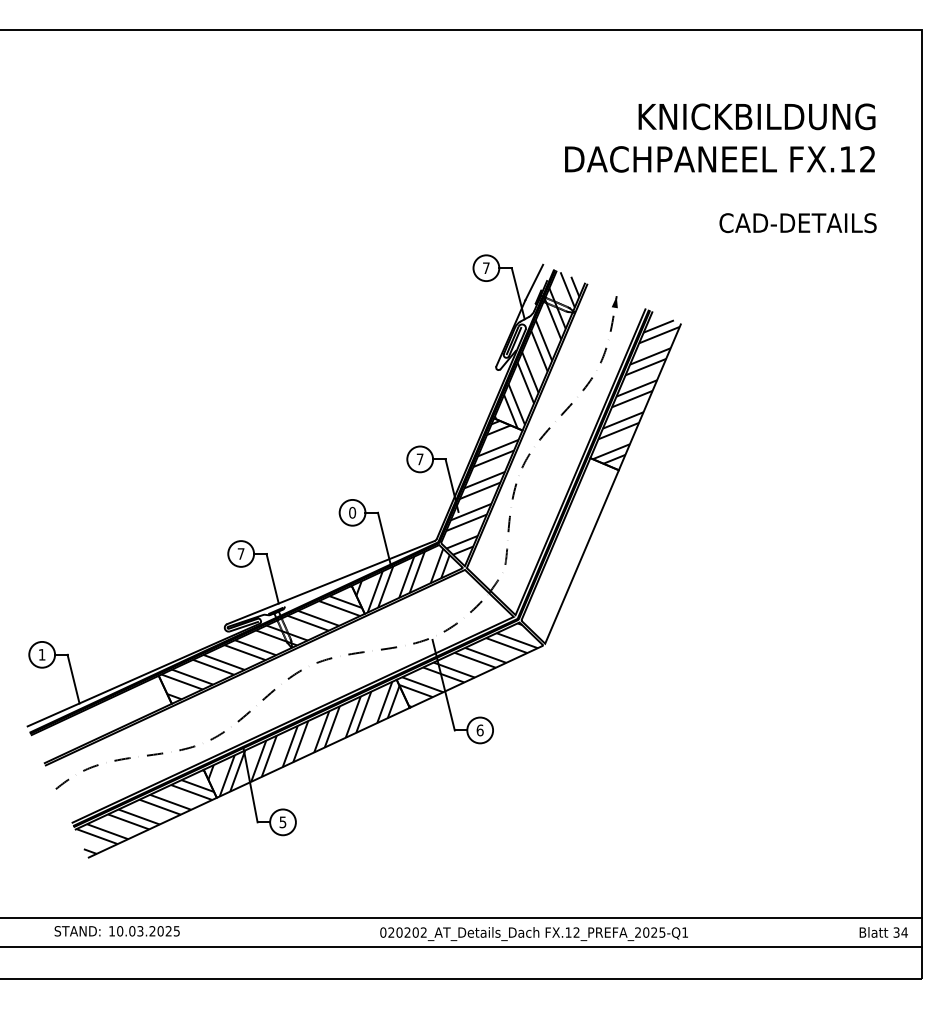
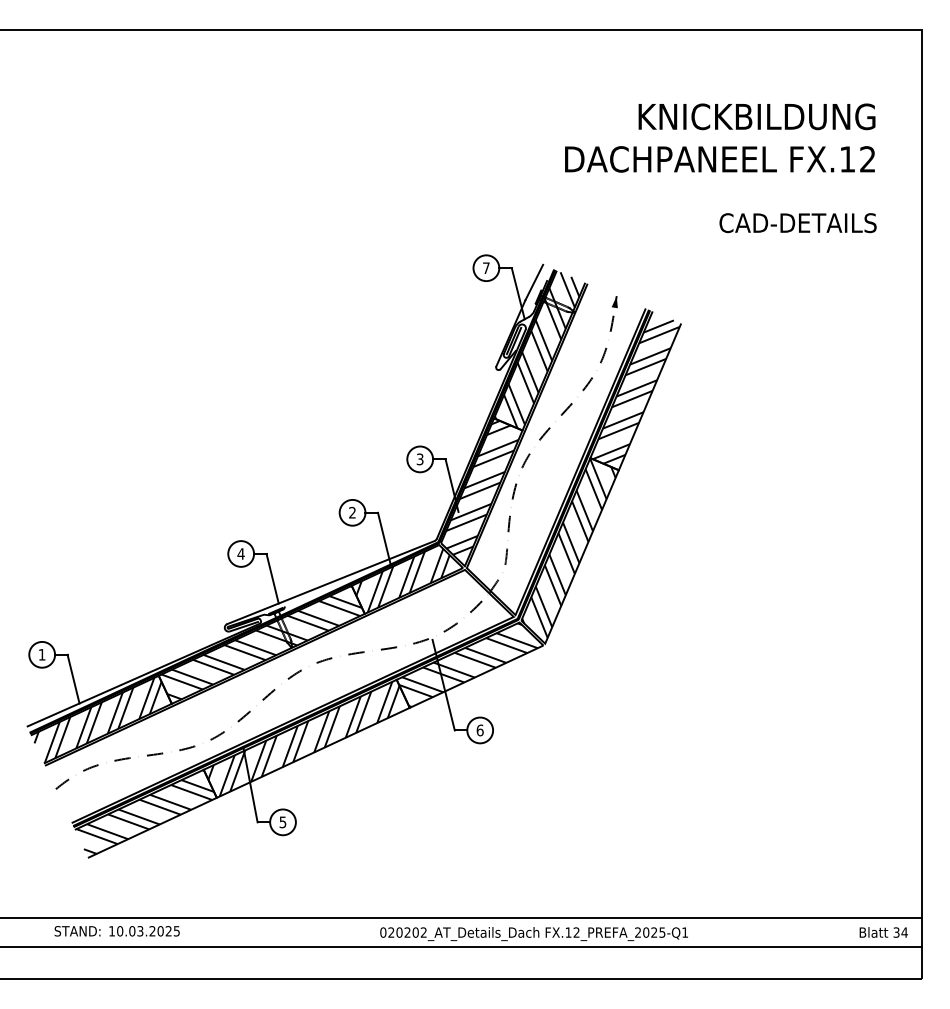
text at (419, 459): 7 -> 3
text at (352, 512): 0 -> 2
hatch at (568, 547): none -> present
text at (240, 553): 7 -> 4
hatch at (102, 720): none -> present
